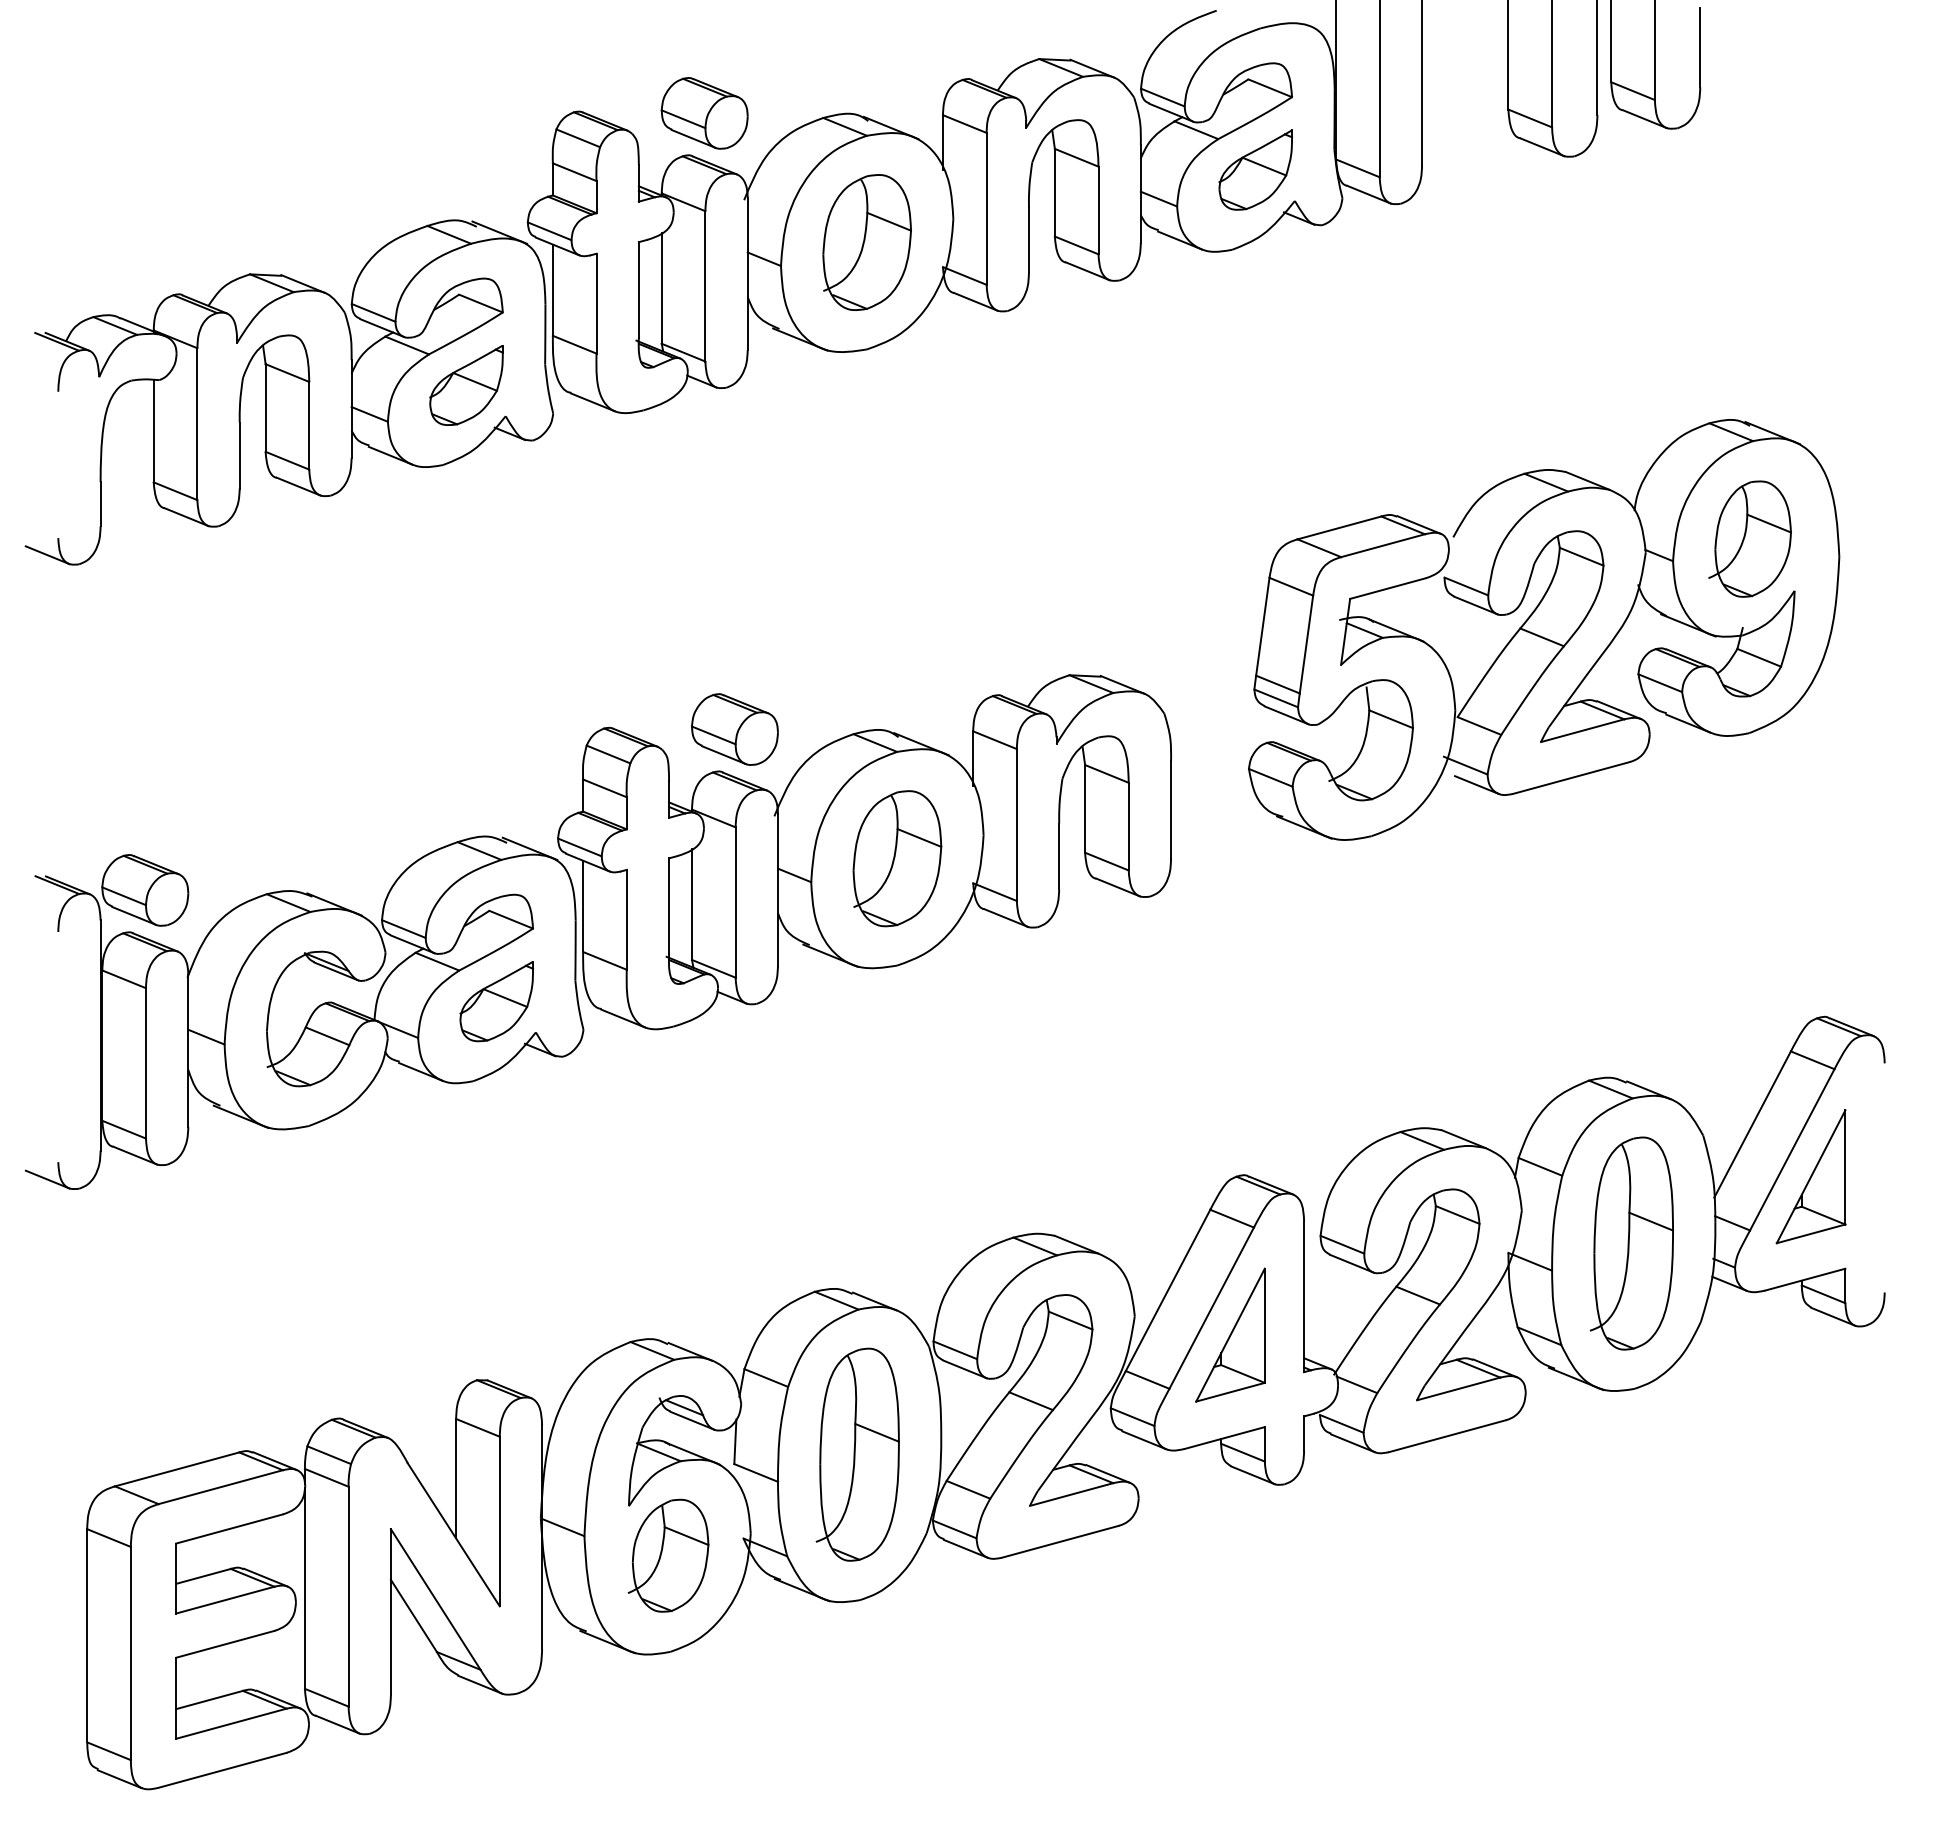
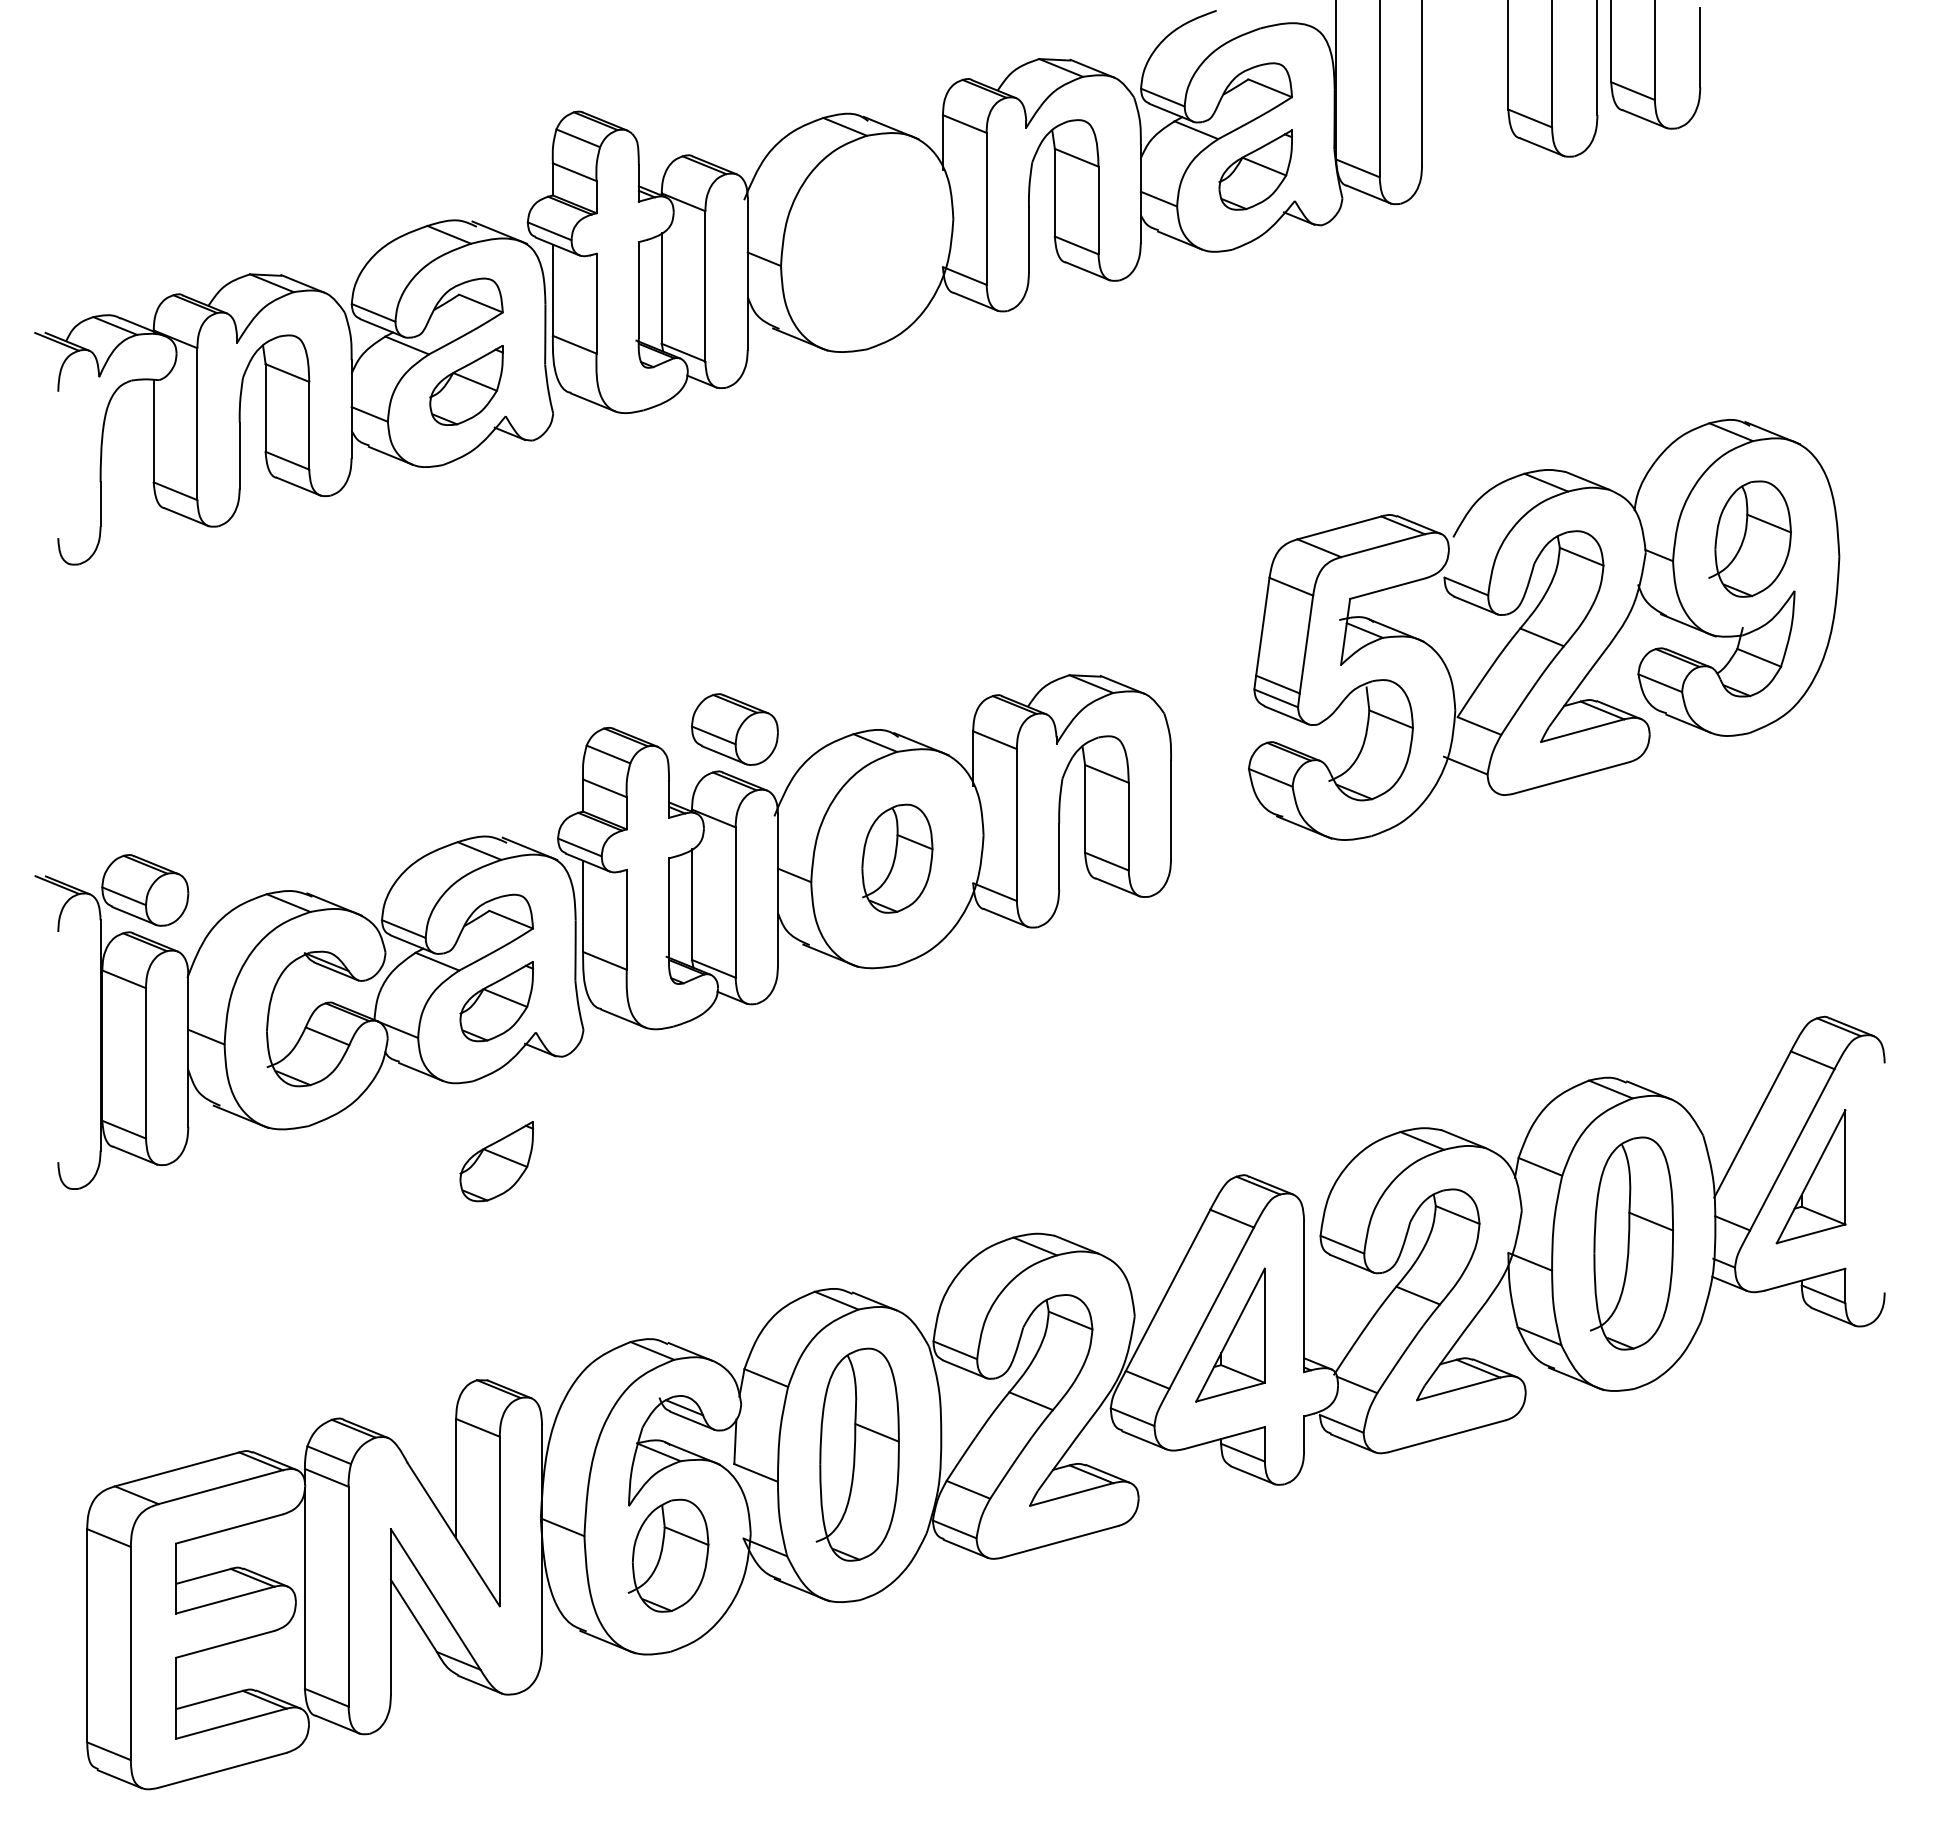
part at (704, 113): present -> none
part at (866, 242): present -> none
line at (47, 555): present -> none
line at (1476, 784): present -> none
part at (897, 858) size: 91x138 px -> 73x111 px
part at (496, 1161): none -> present
line at (47, 1179): present -> none
